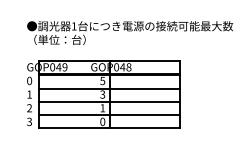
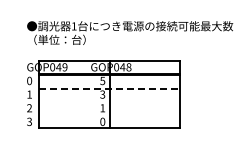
line at (109, 88): solid -> dashed
line at (109, 101): present -> none
line at (109, 115): present -> none
